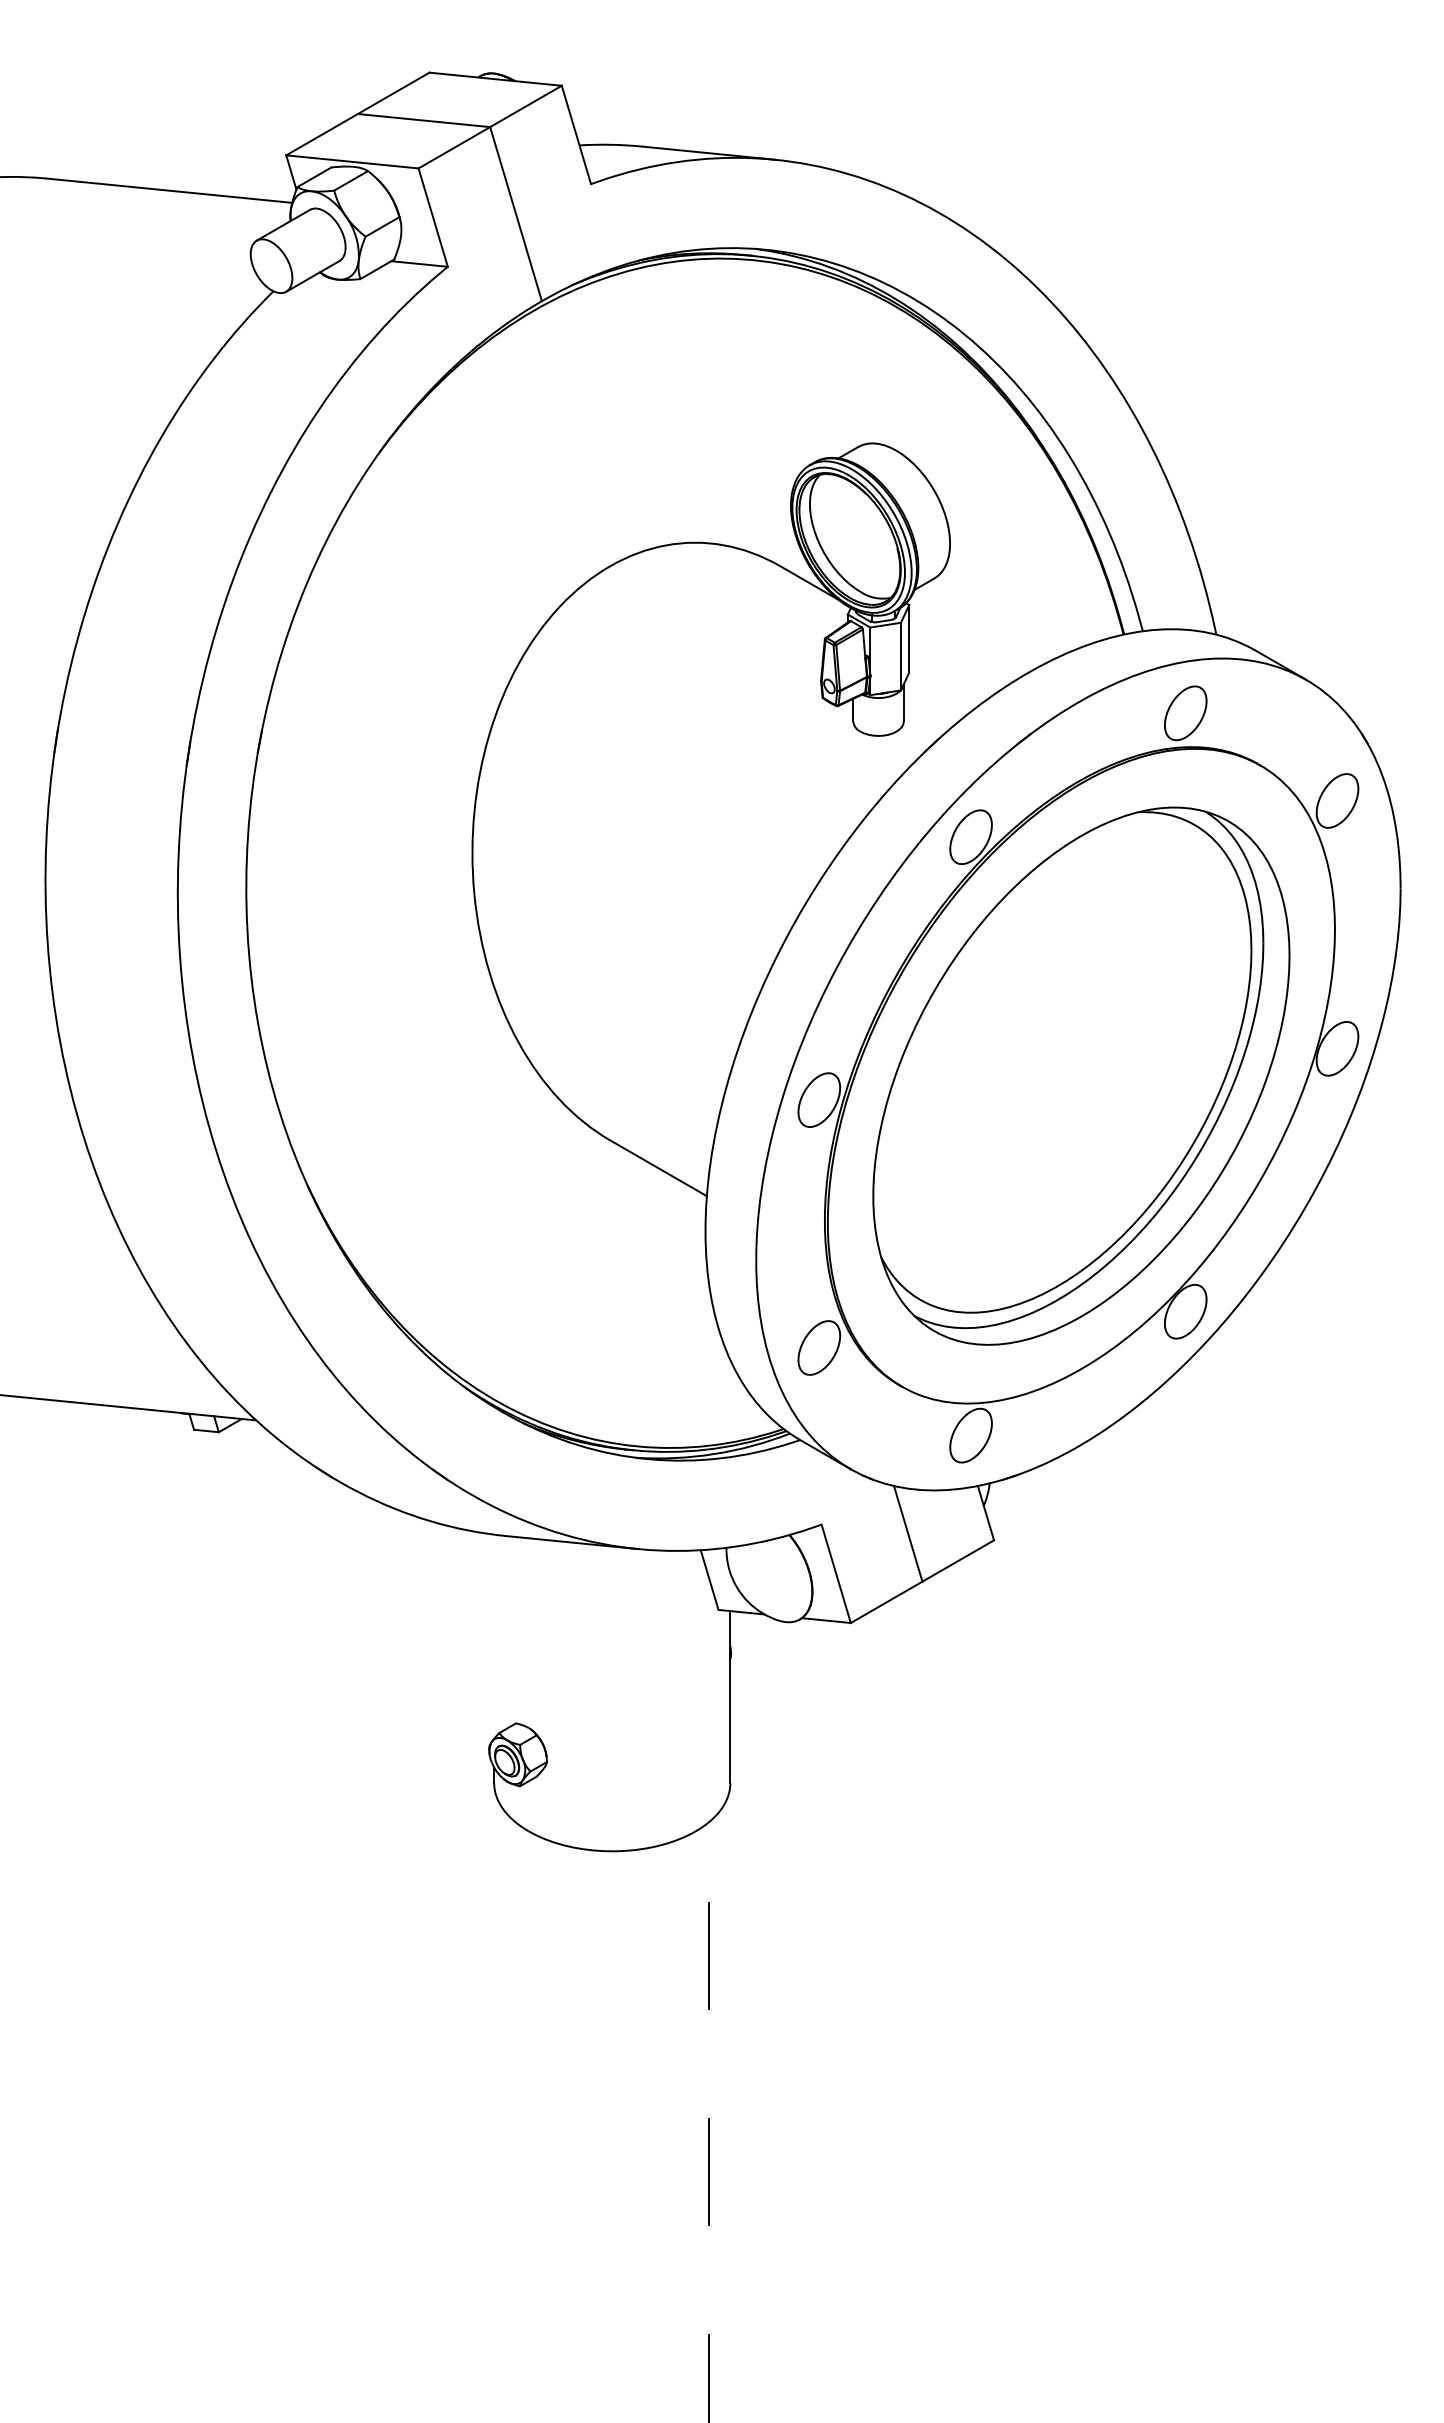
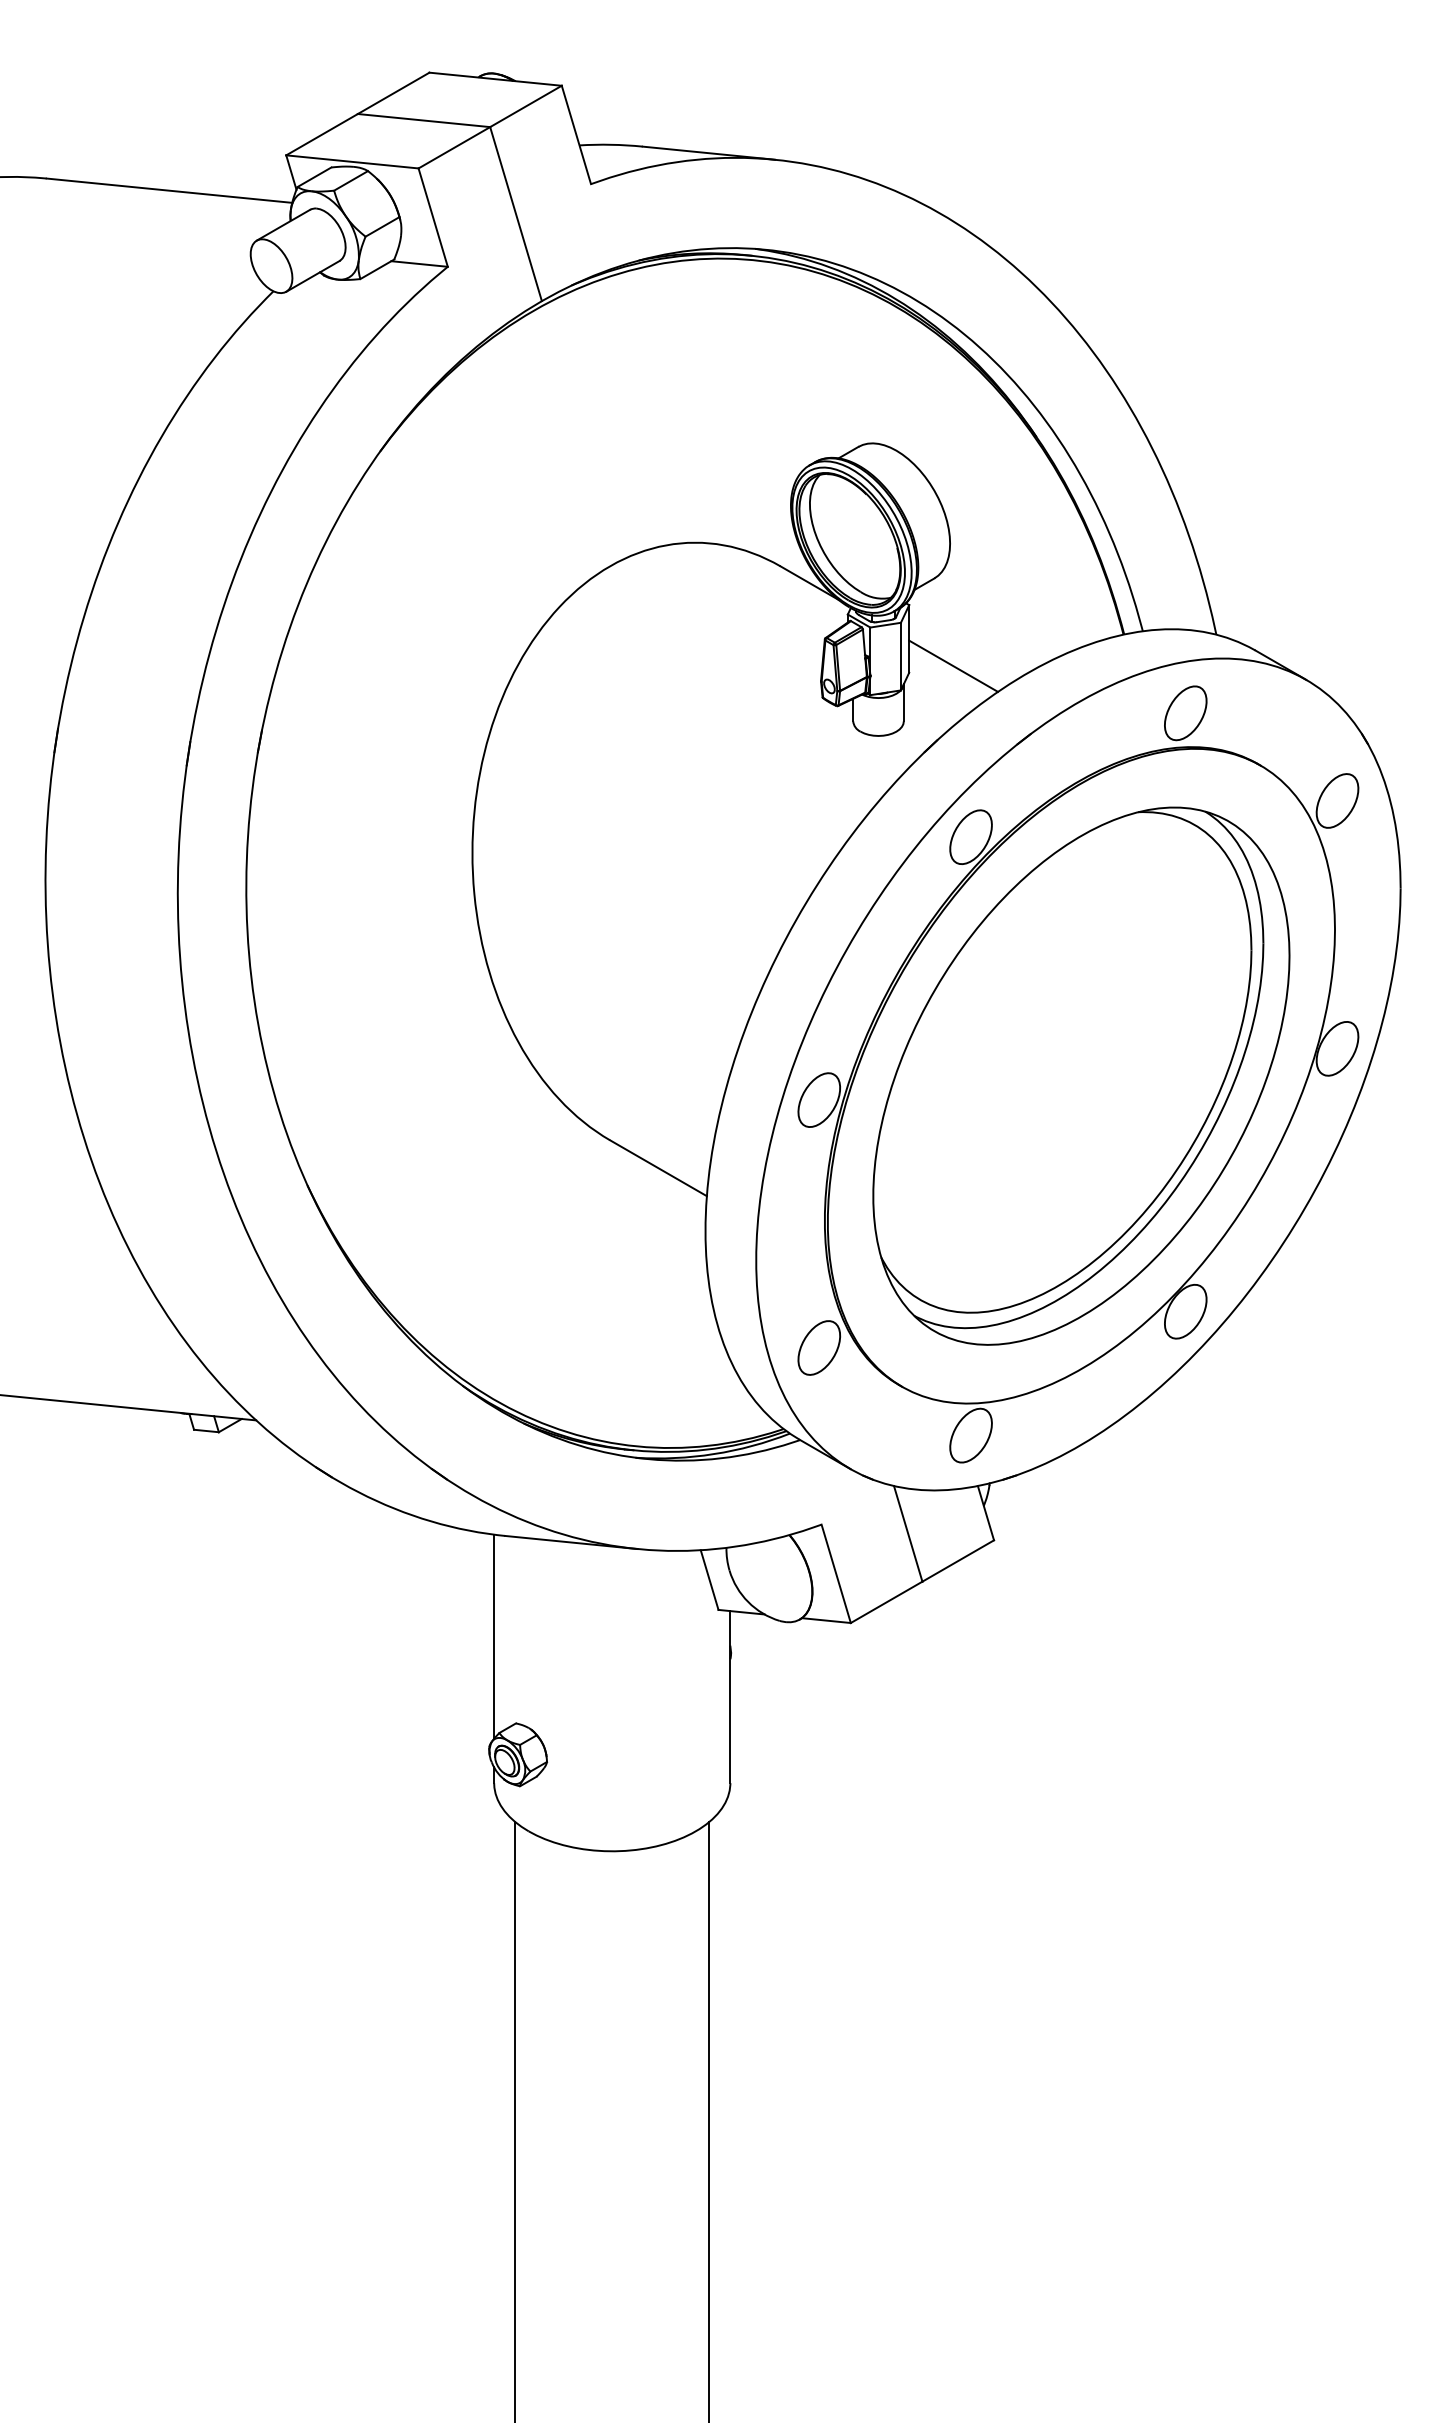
line at (953, 665): none -> present
line at (494, 1636): none -> present
line at (515, 2120): none -> present
line at (709, 2121): dashed -> solid
